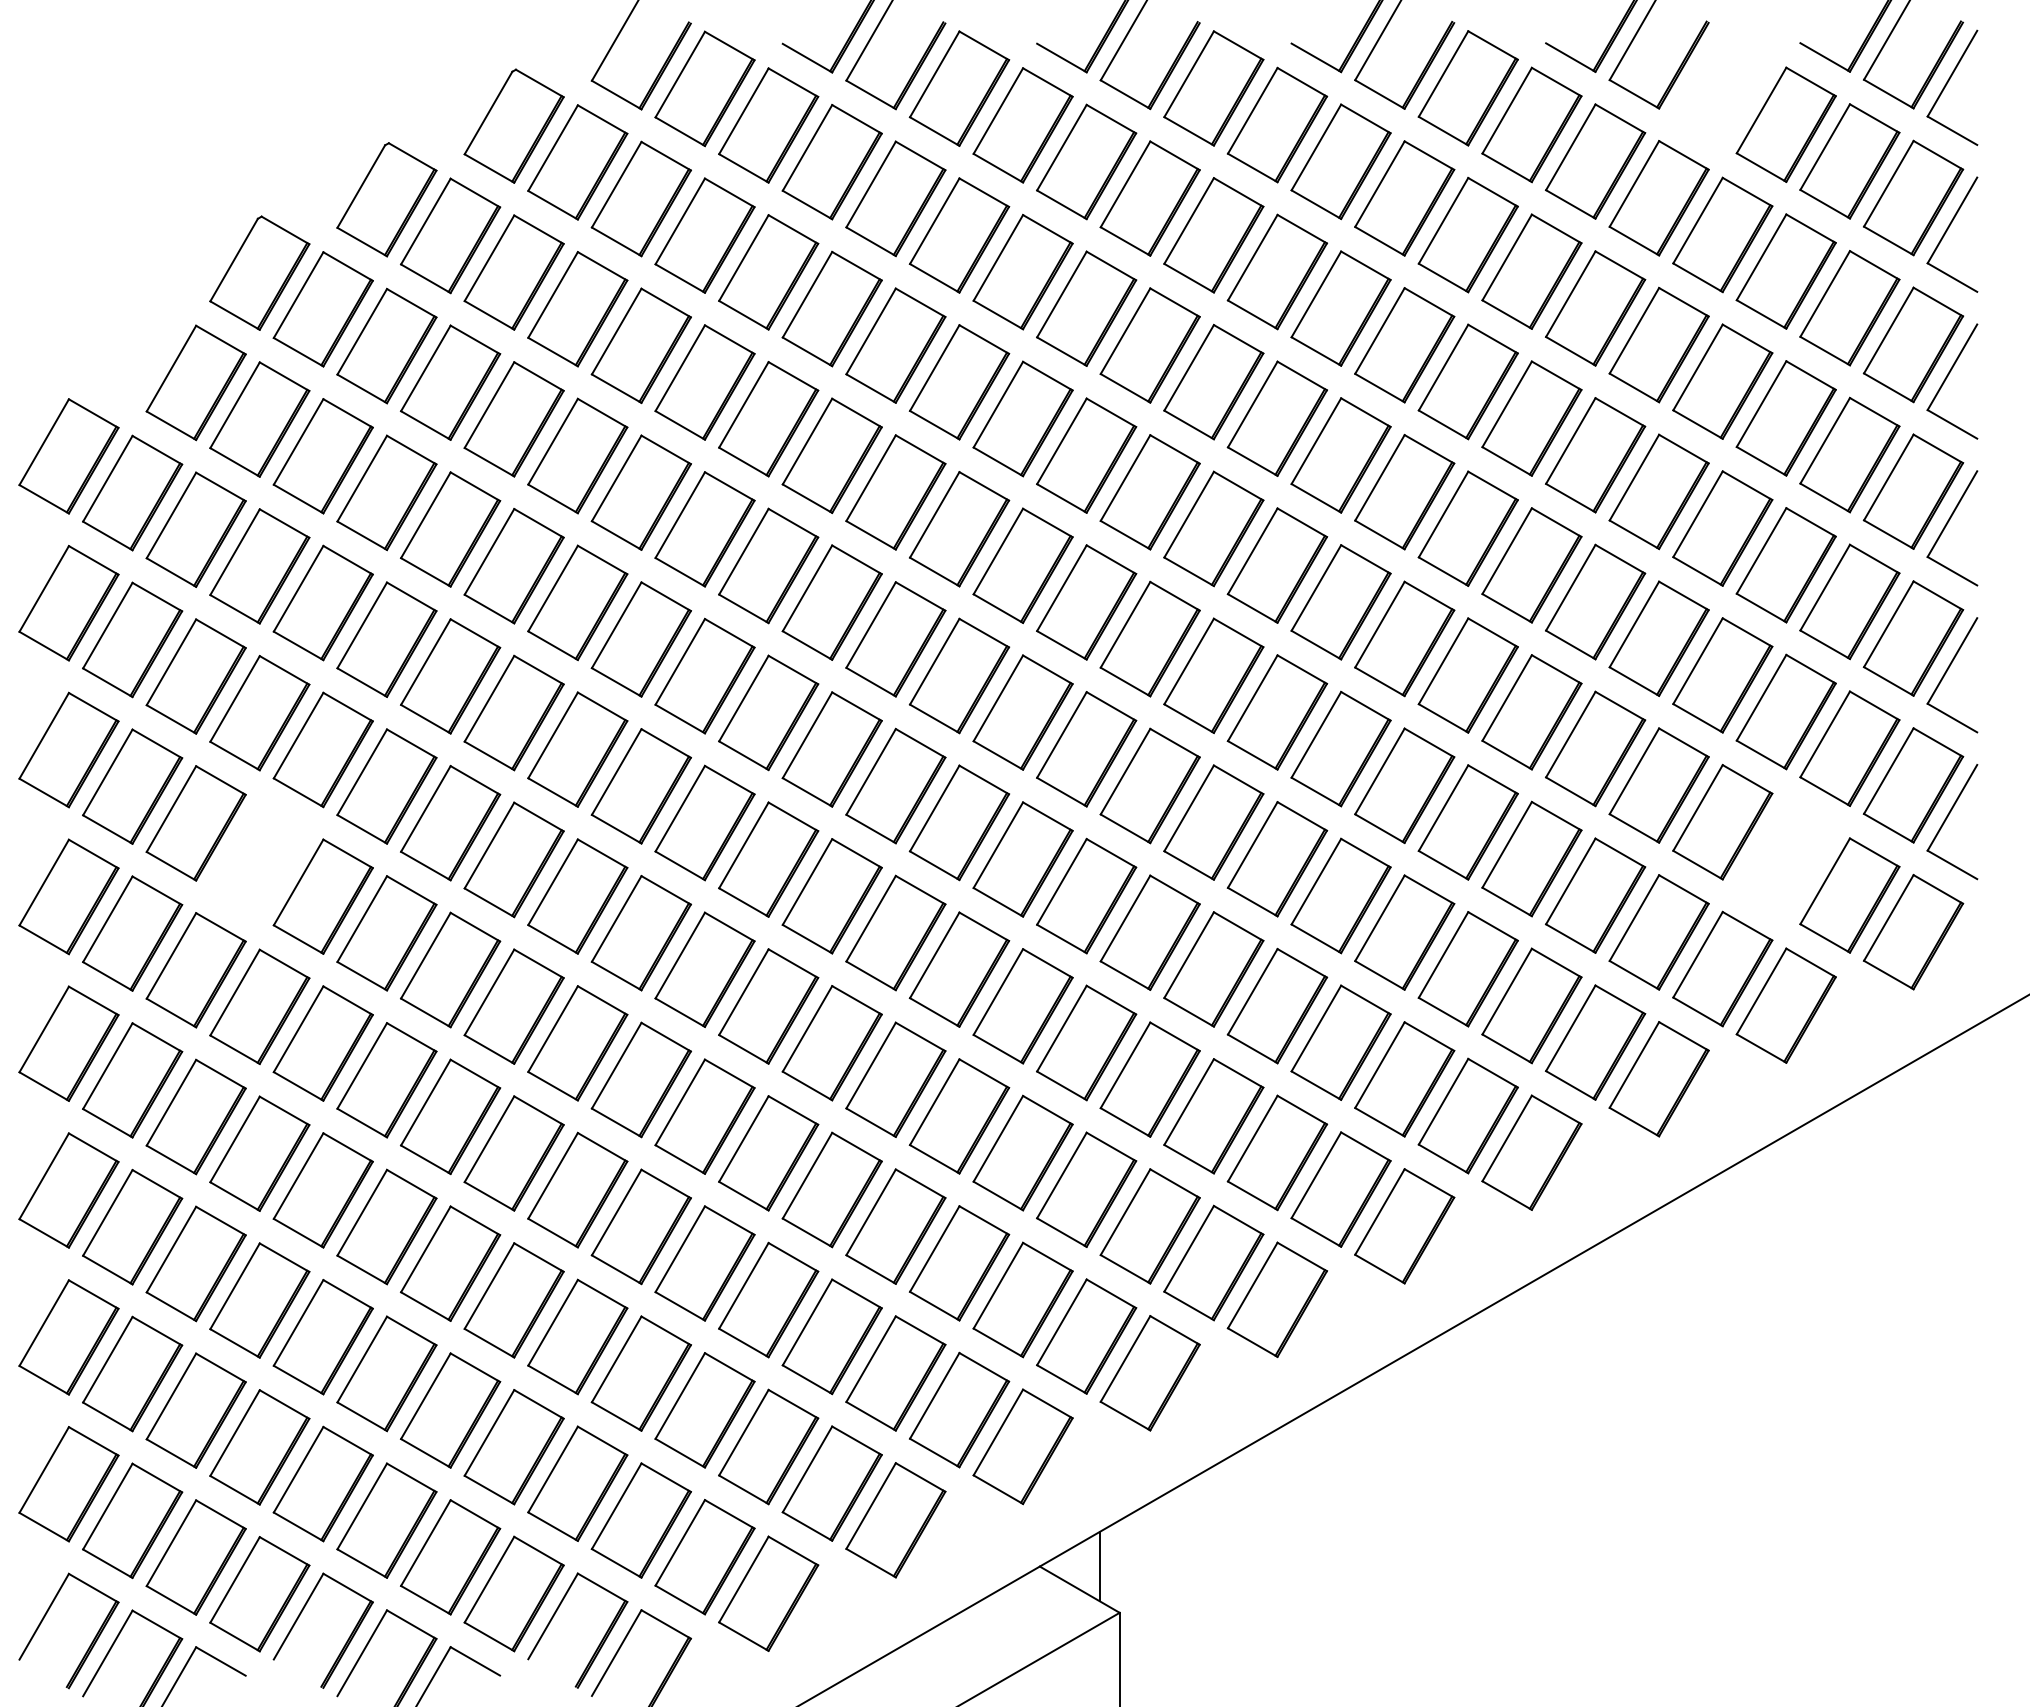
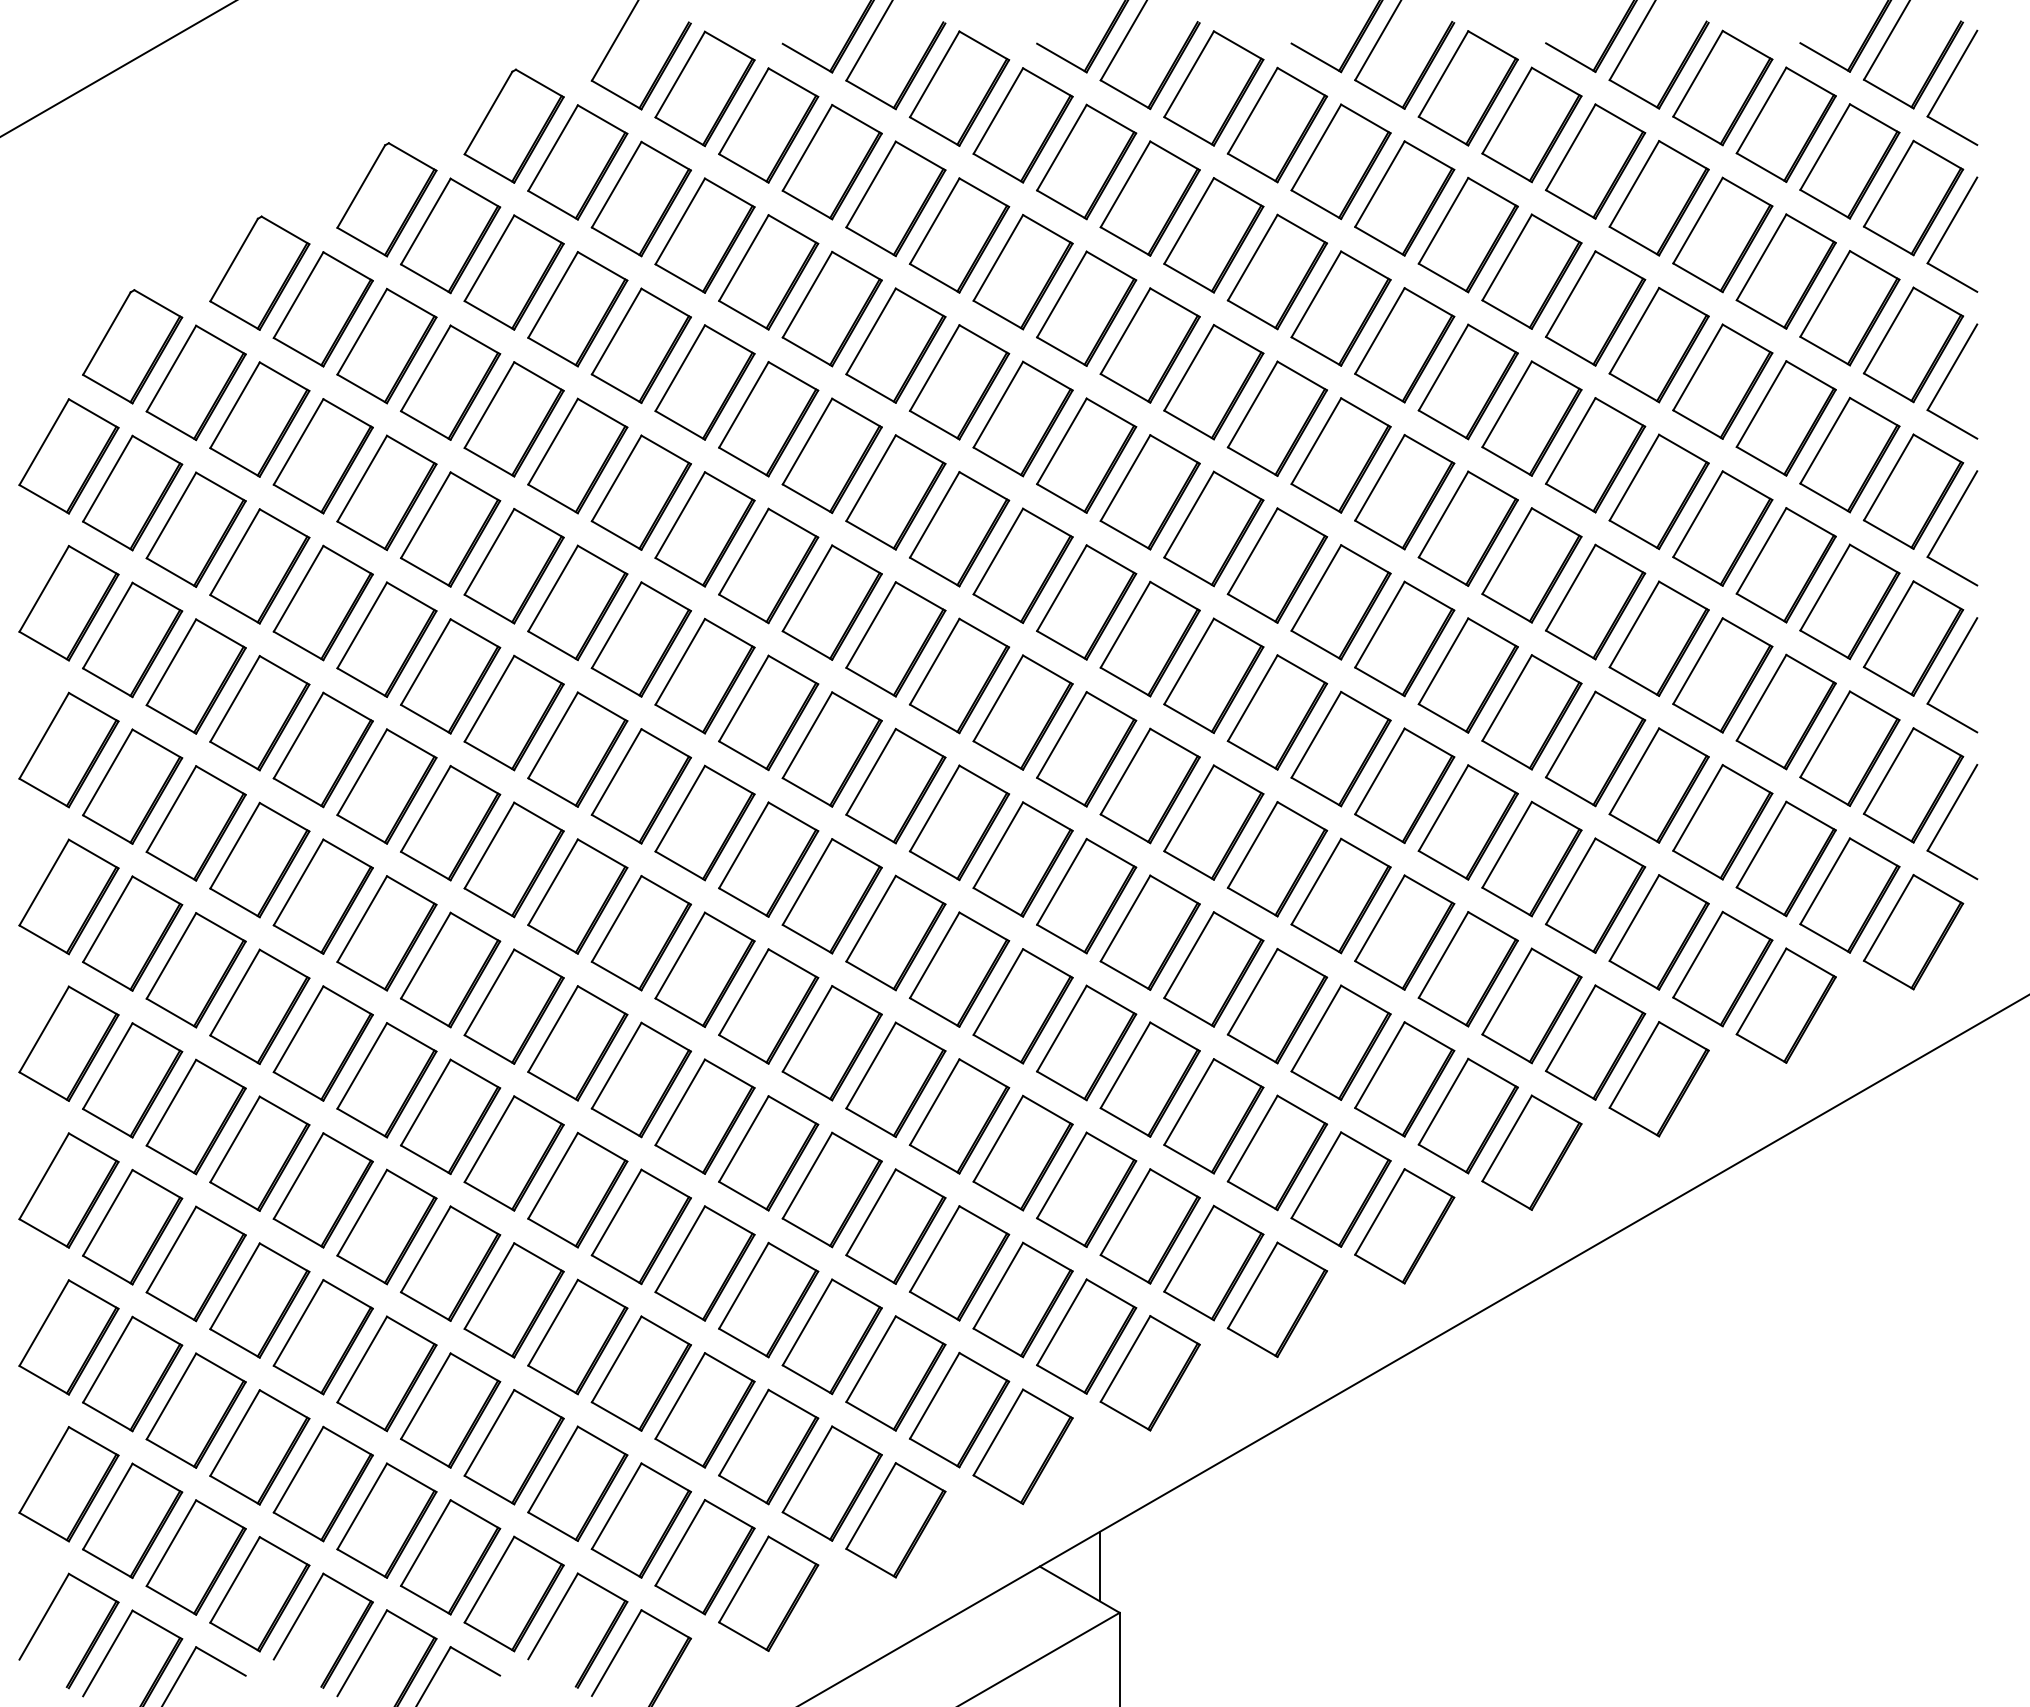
line at (117, 68): none -> present
part at (1722, 87): none -> present
part at (132, 346): none -> present
part at (1785, 858): none -> present
part at (259, 859): none -> present
